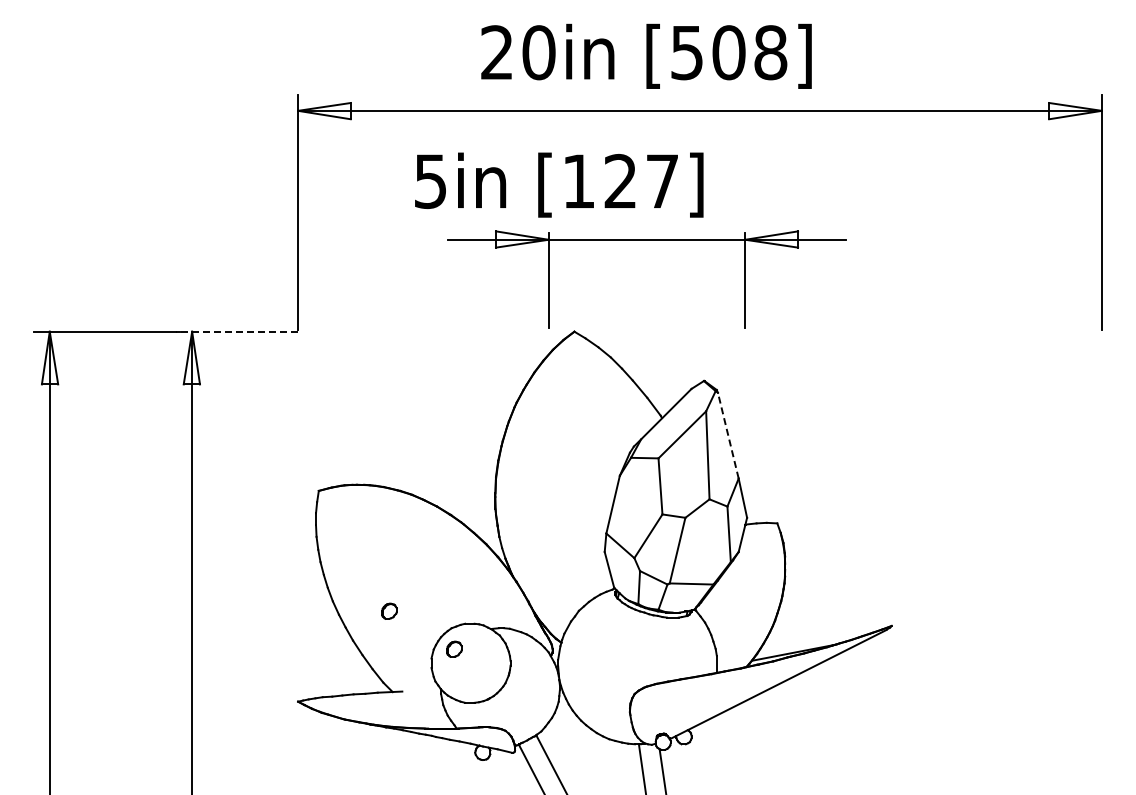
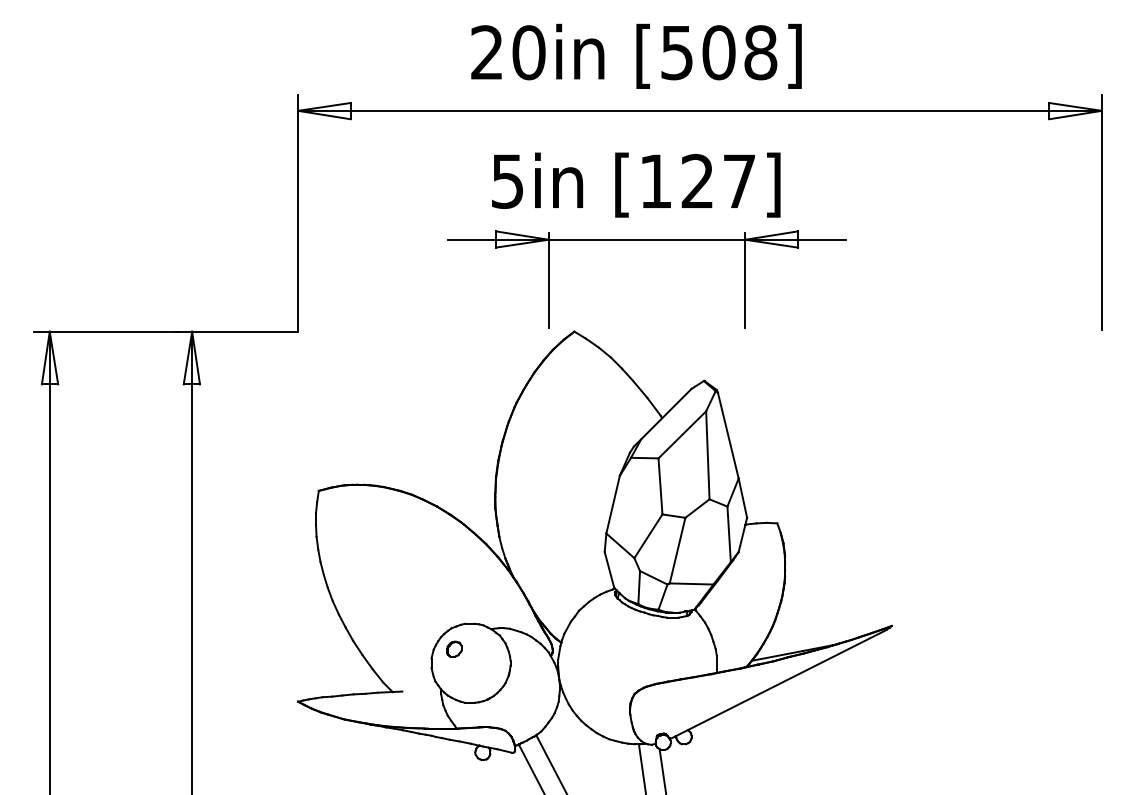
text at (646, 55) position: (646, 55) -> (636, 55)
text at (559, 184) position: (559, 184) -> (636, 184)
line at (236, 331): dashed -> solid
line at (728, 435): dashed -> solid
part at (389, 610): present -> none
